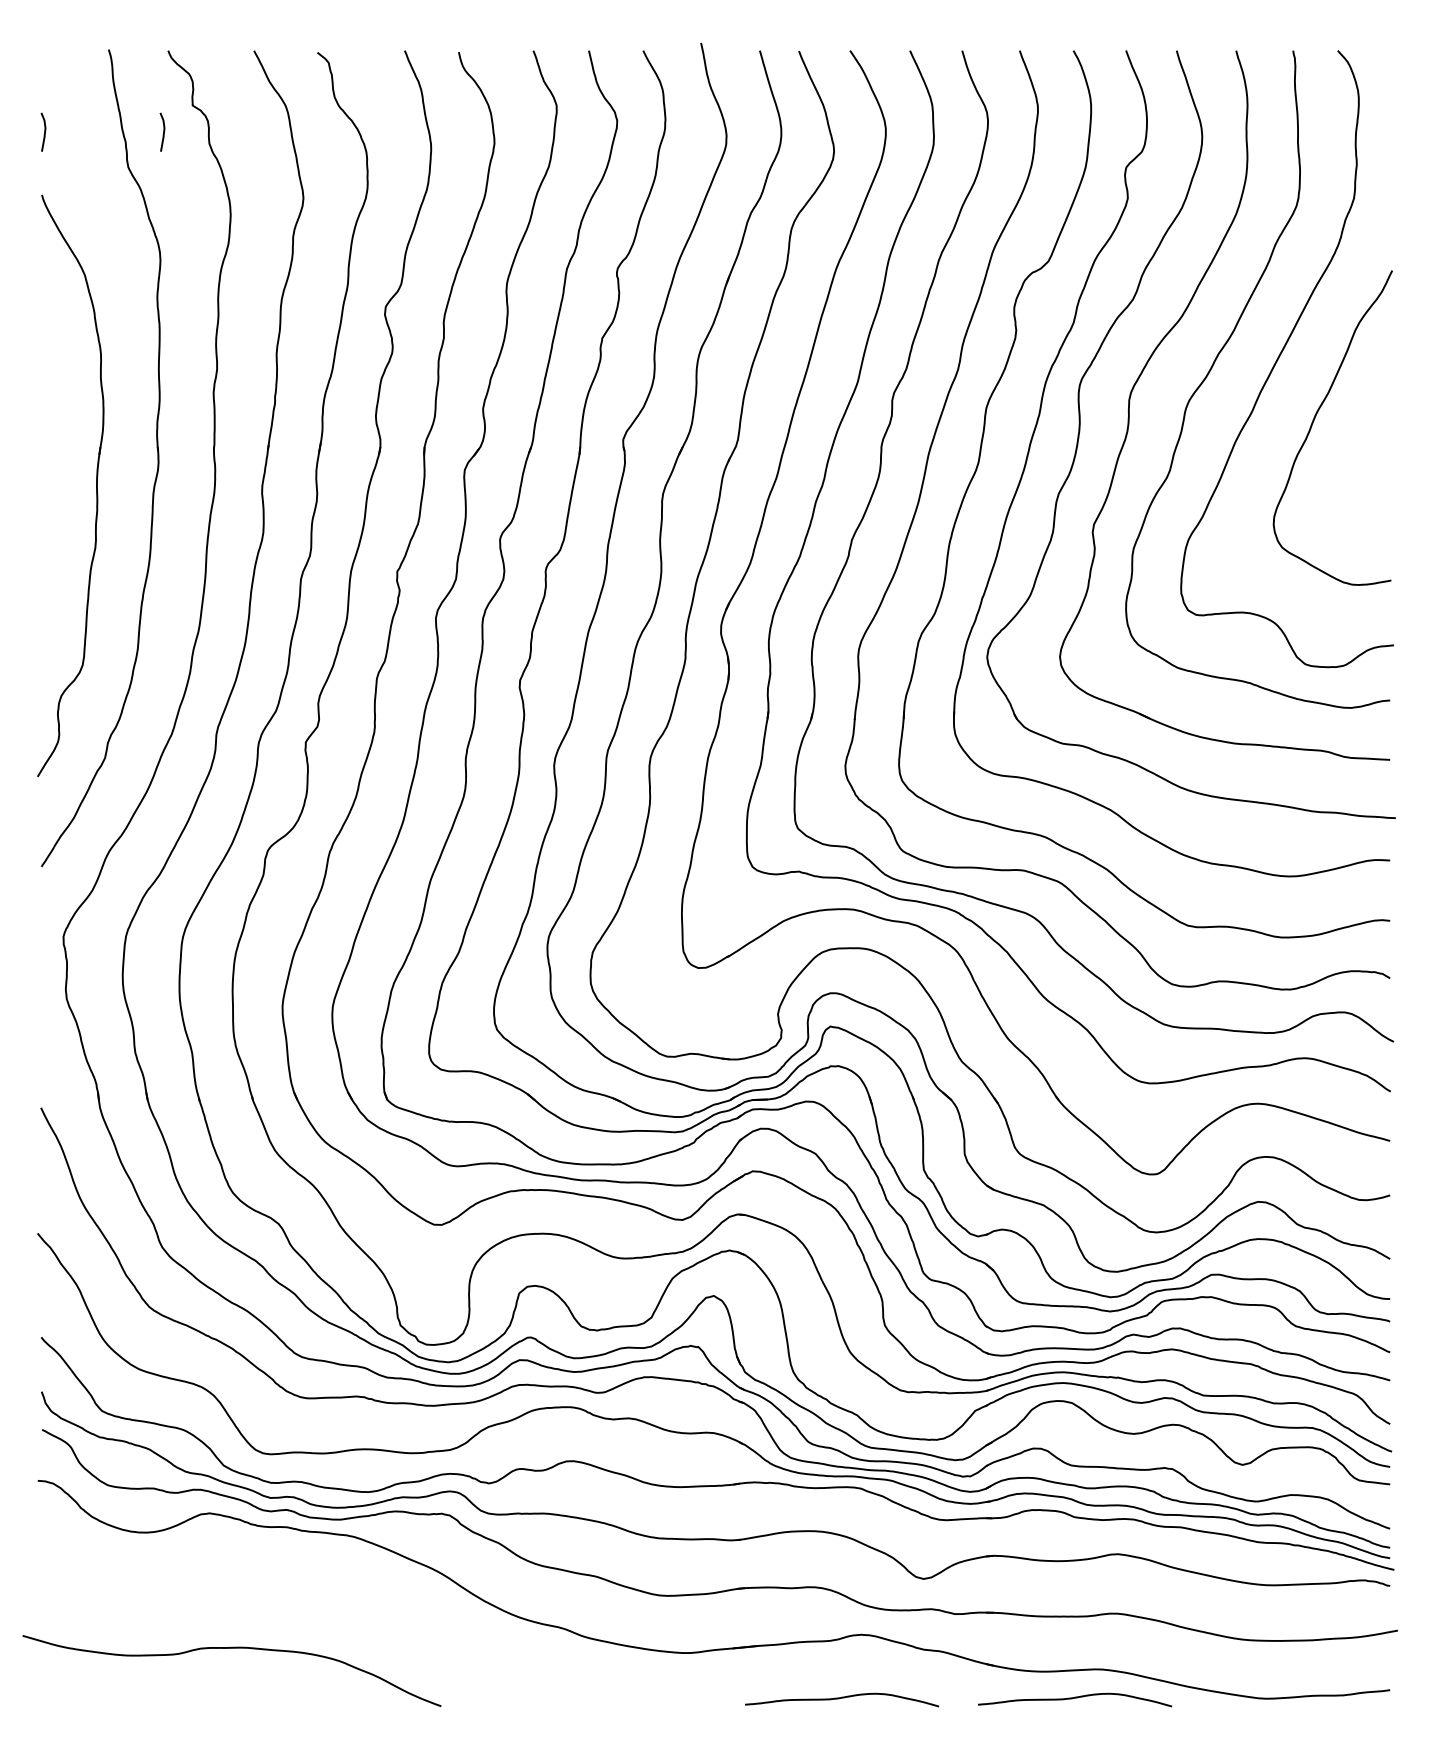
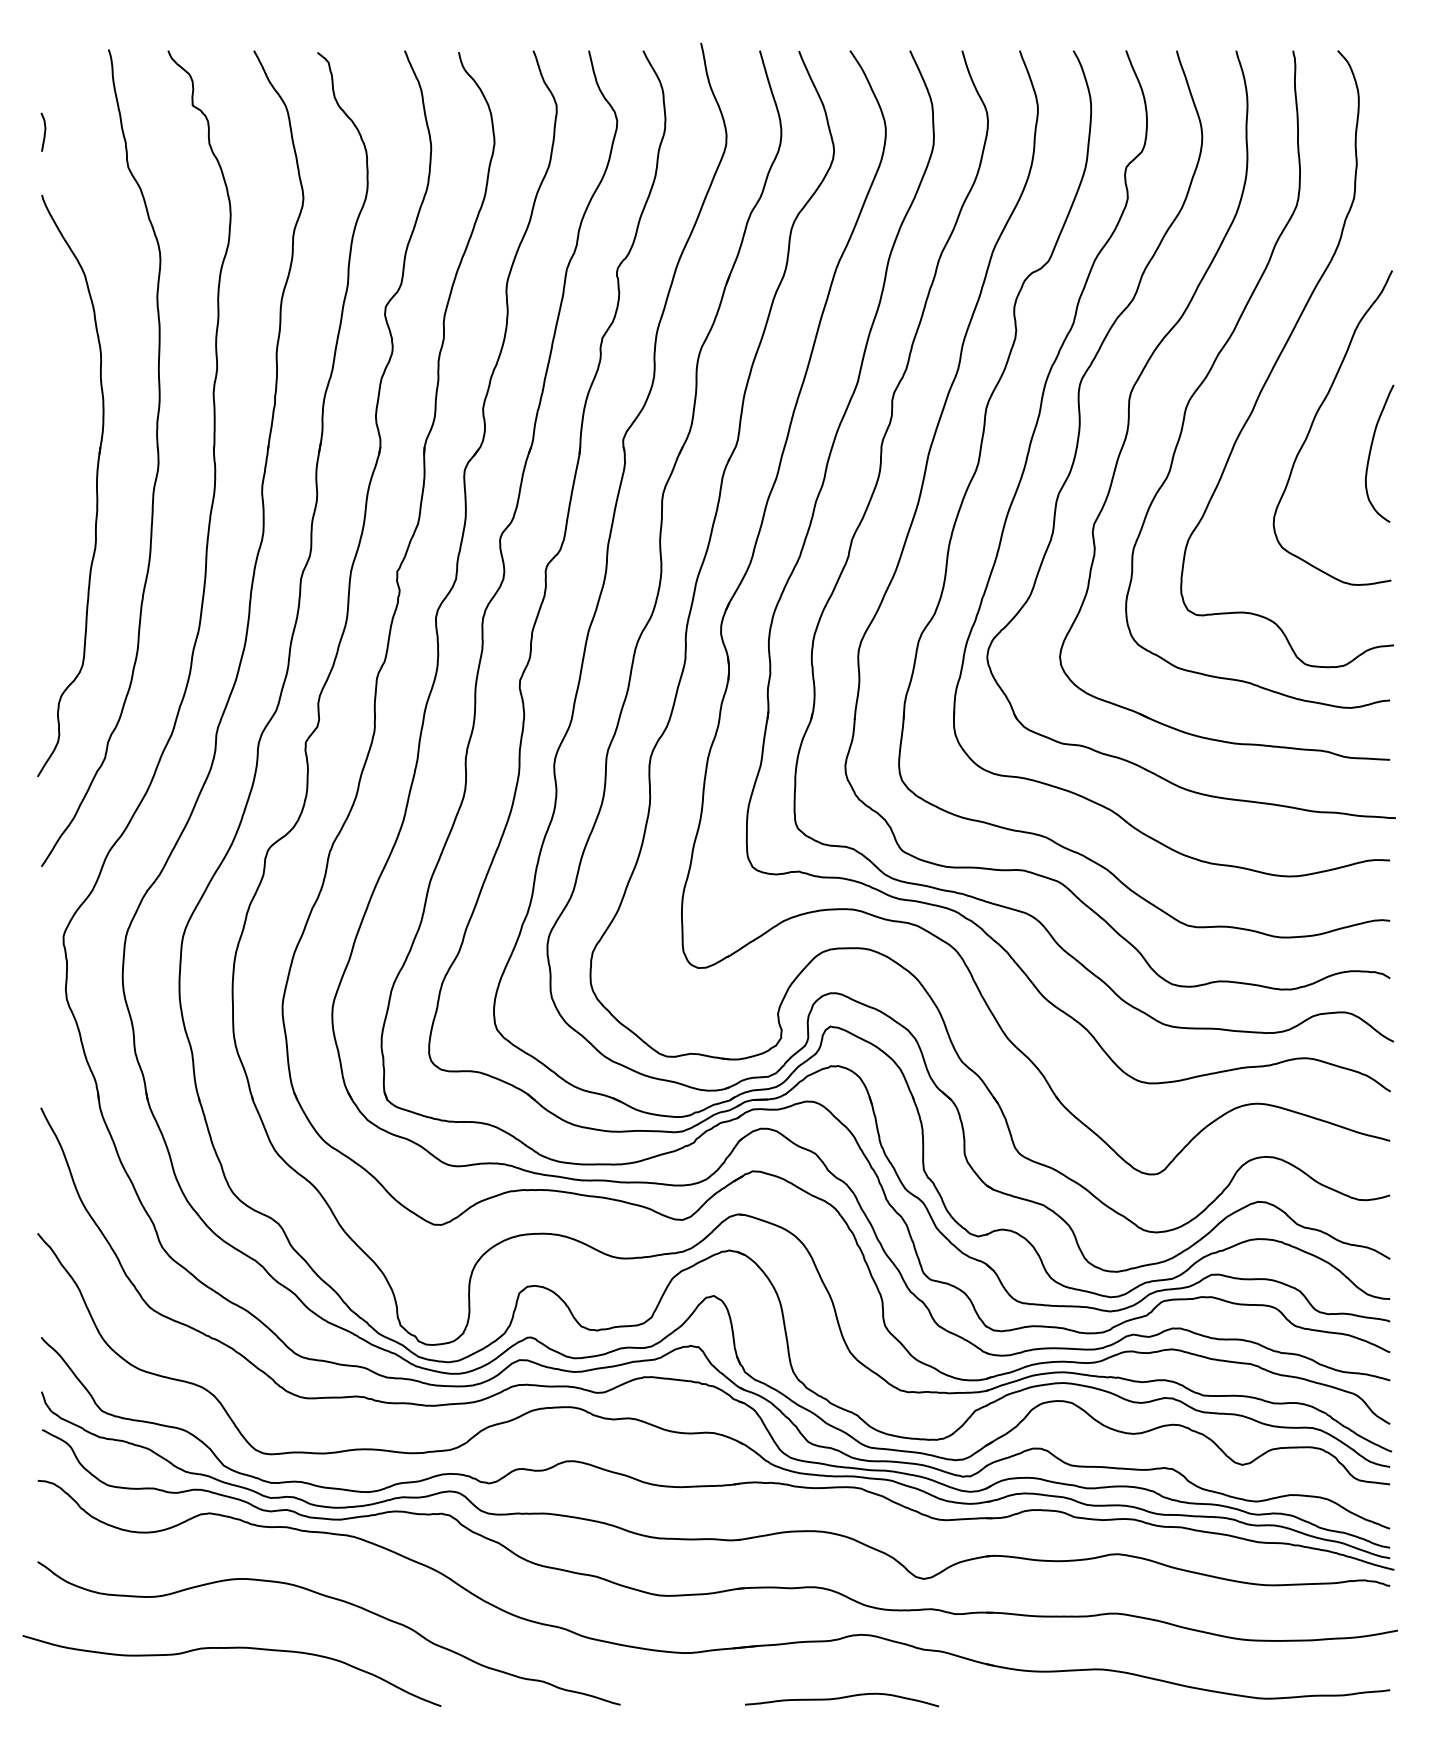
curve at (163, 131): present -> none
curve at (1371, 451): none -> present
curve at (340, 1601): none -> present
curve at (1075, 1698): present -> none
